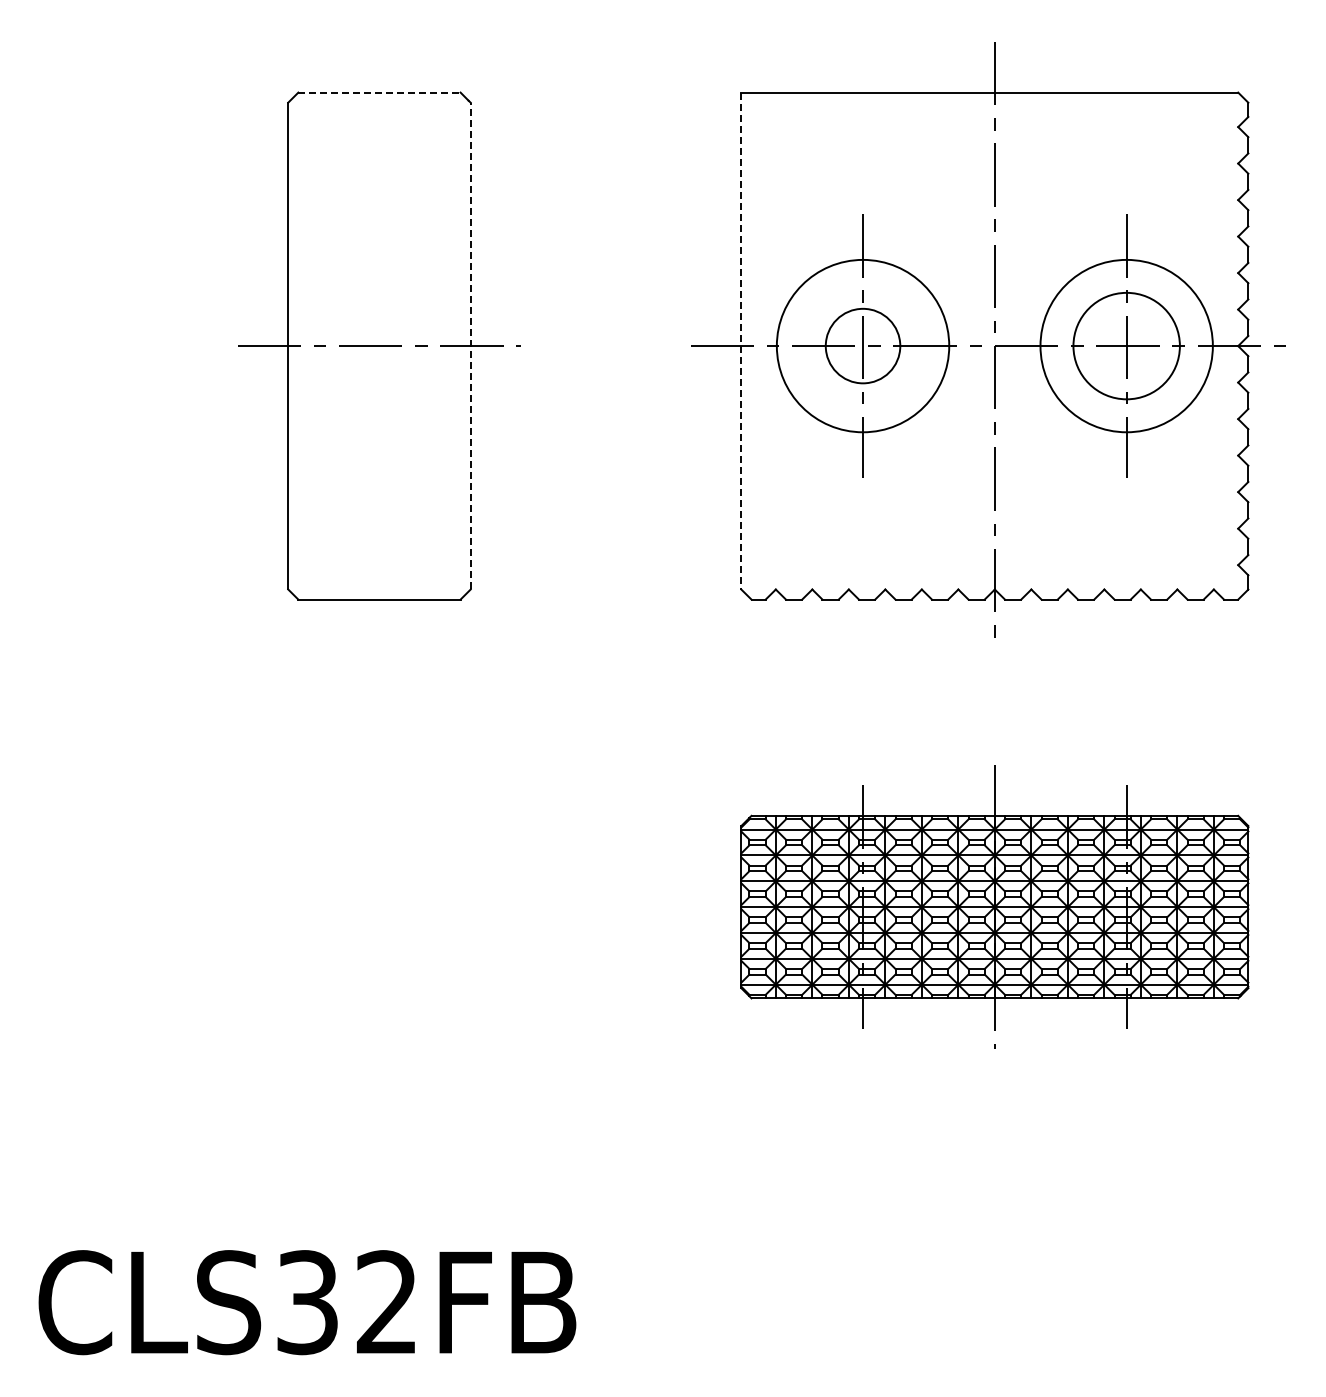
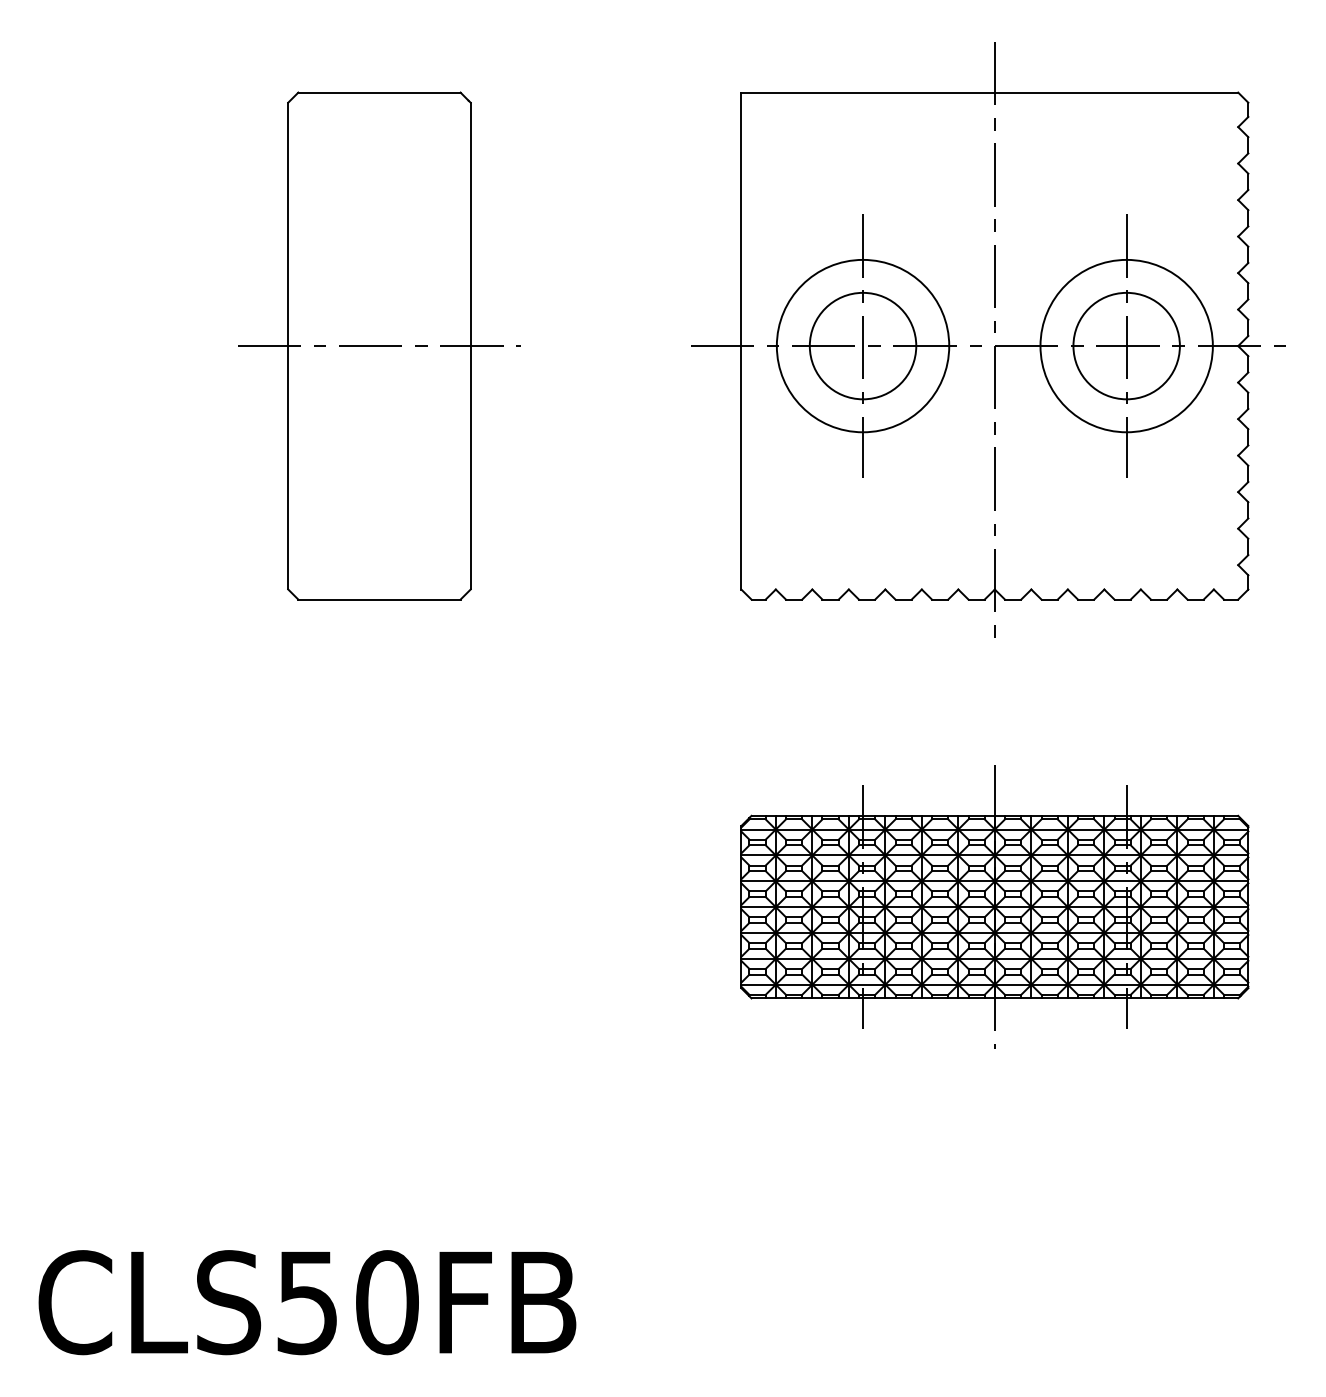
line at (379, 92): dashed -> solid
line at (741, 341): dashed -> solid
line at (470, 345): dashed -> solid
circle at (862, 345) diameter: 75 px -> 106 px
text at (347, 1302): CLS32FB -> CLS50FB
